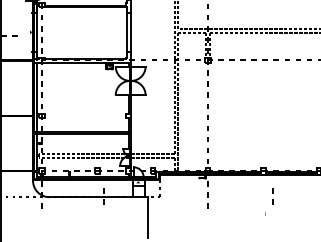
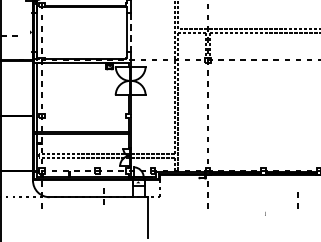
line at (131, 32): solid -> dashed
line at (272, 193) position: (272, 193) -> (297, 197)
